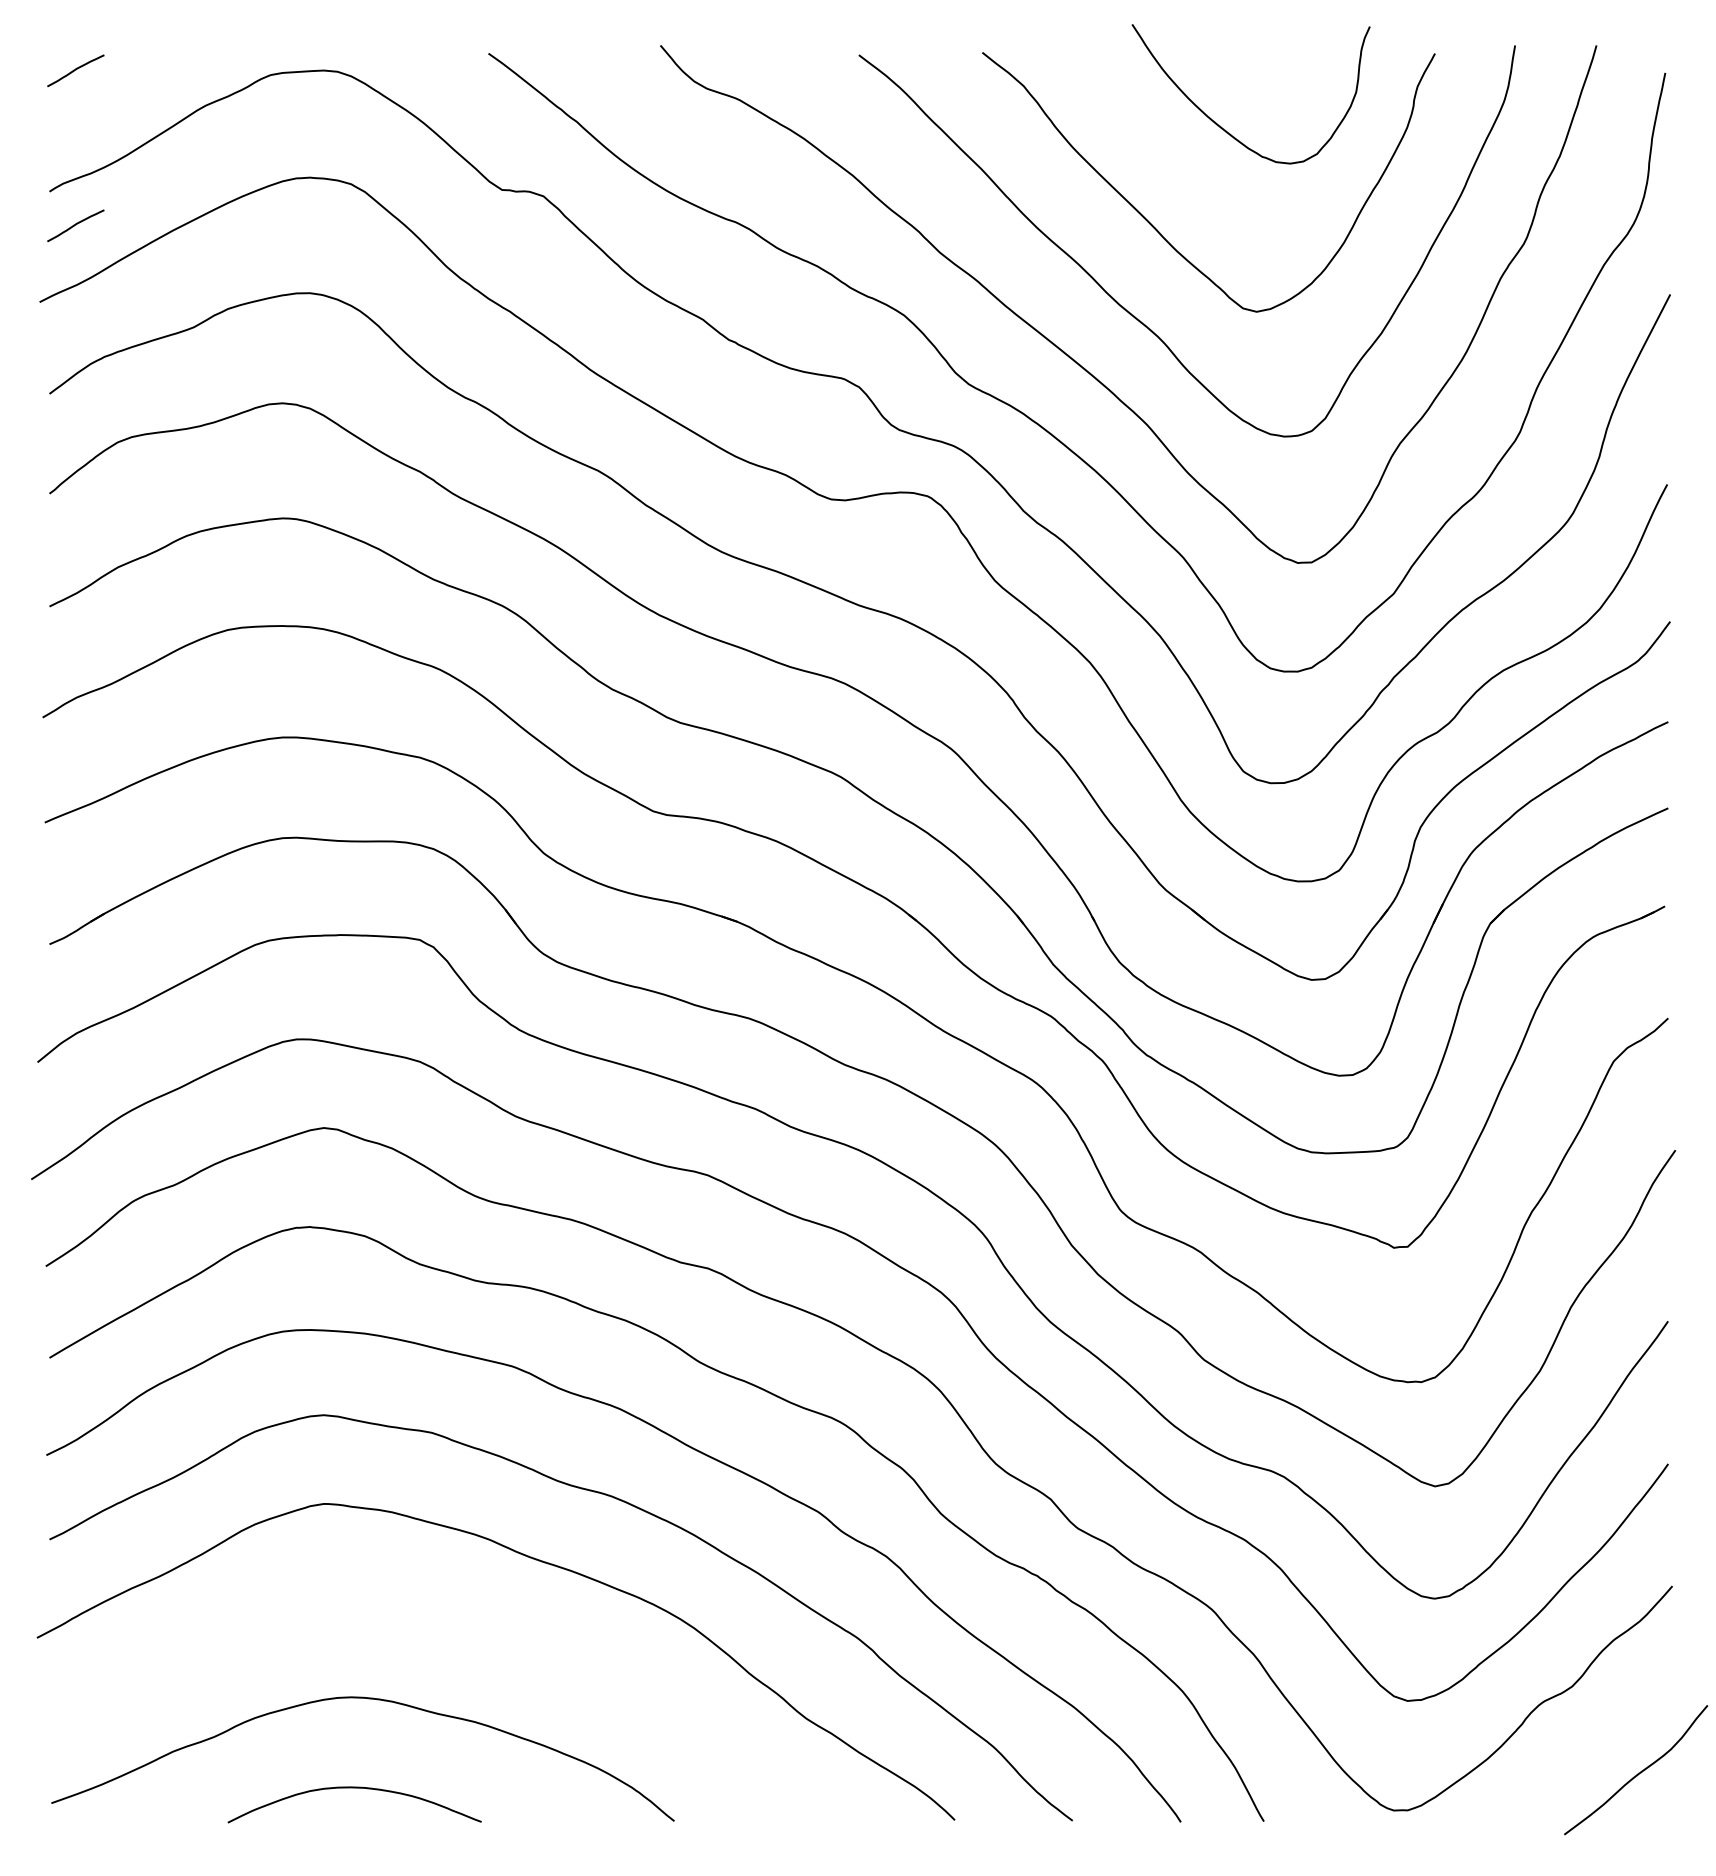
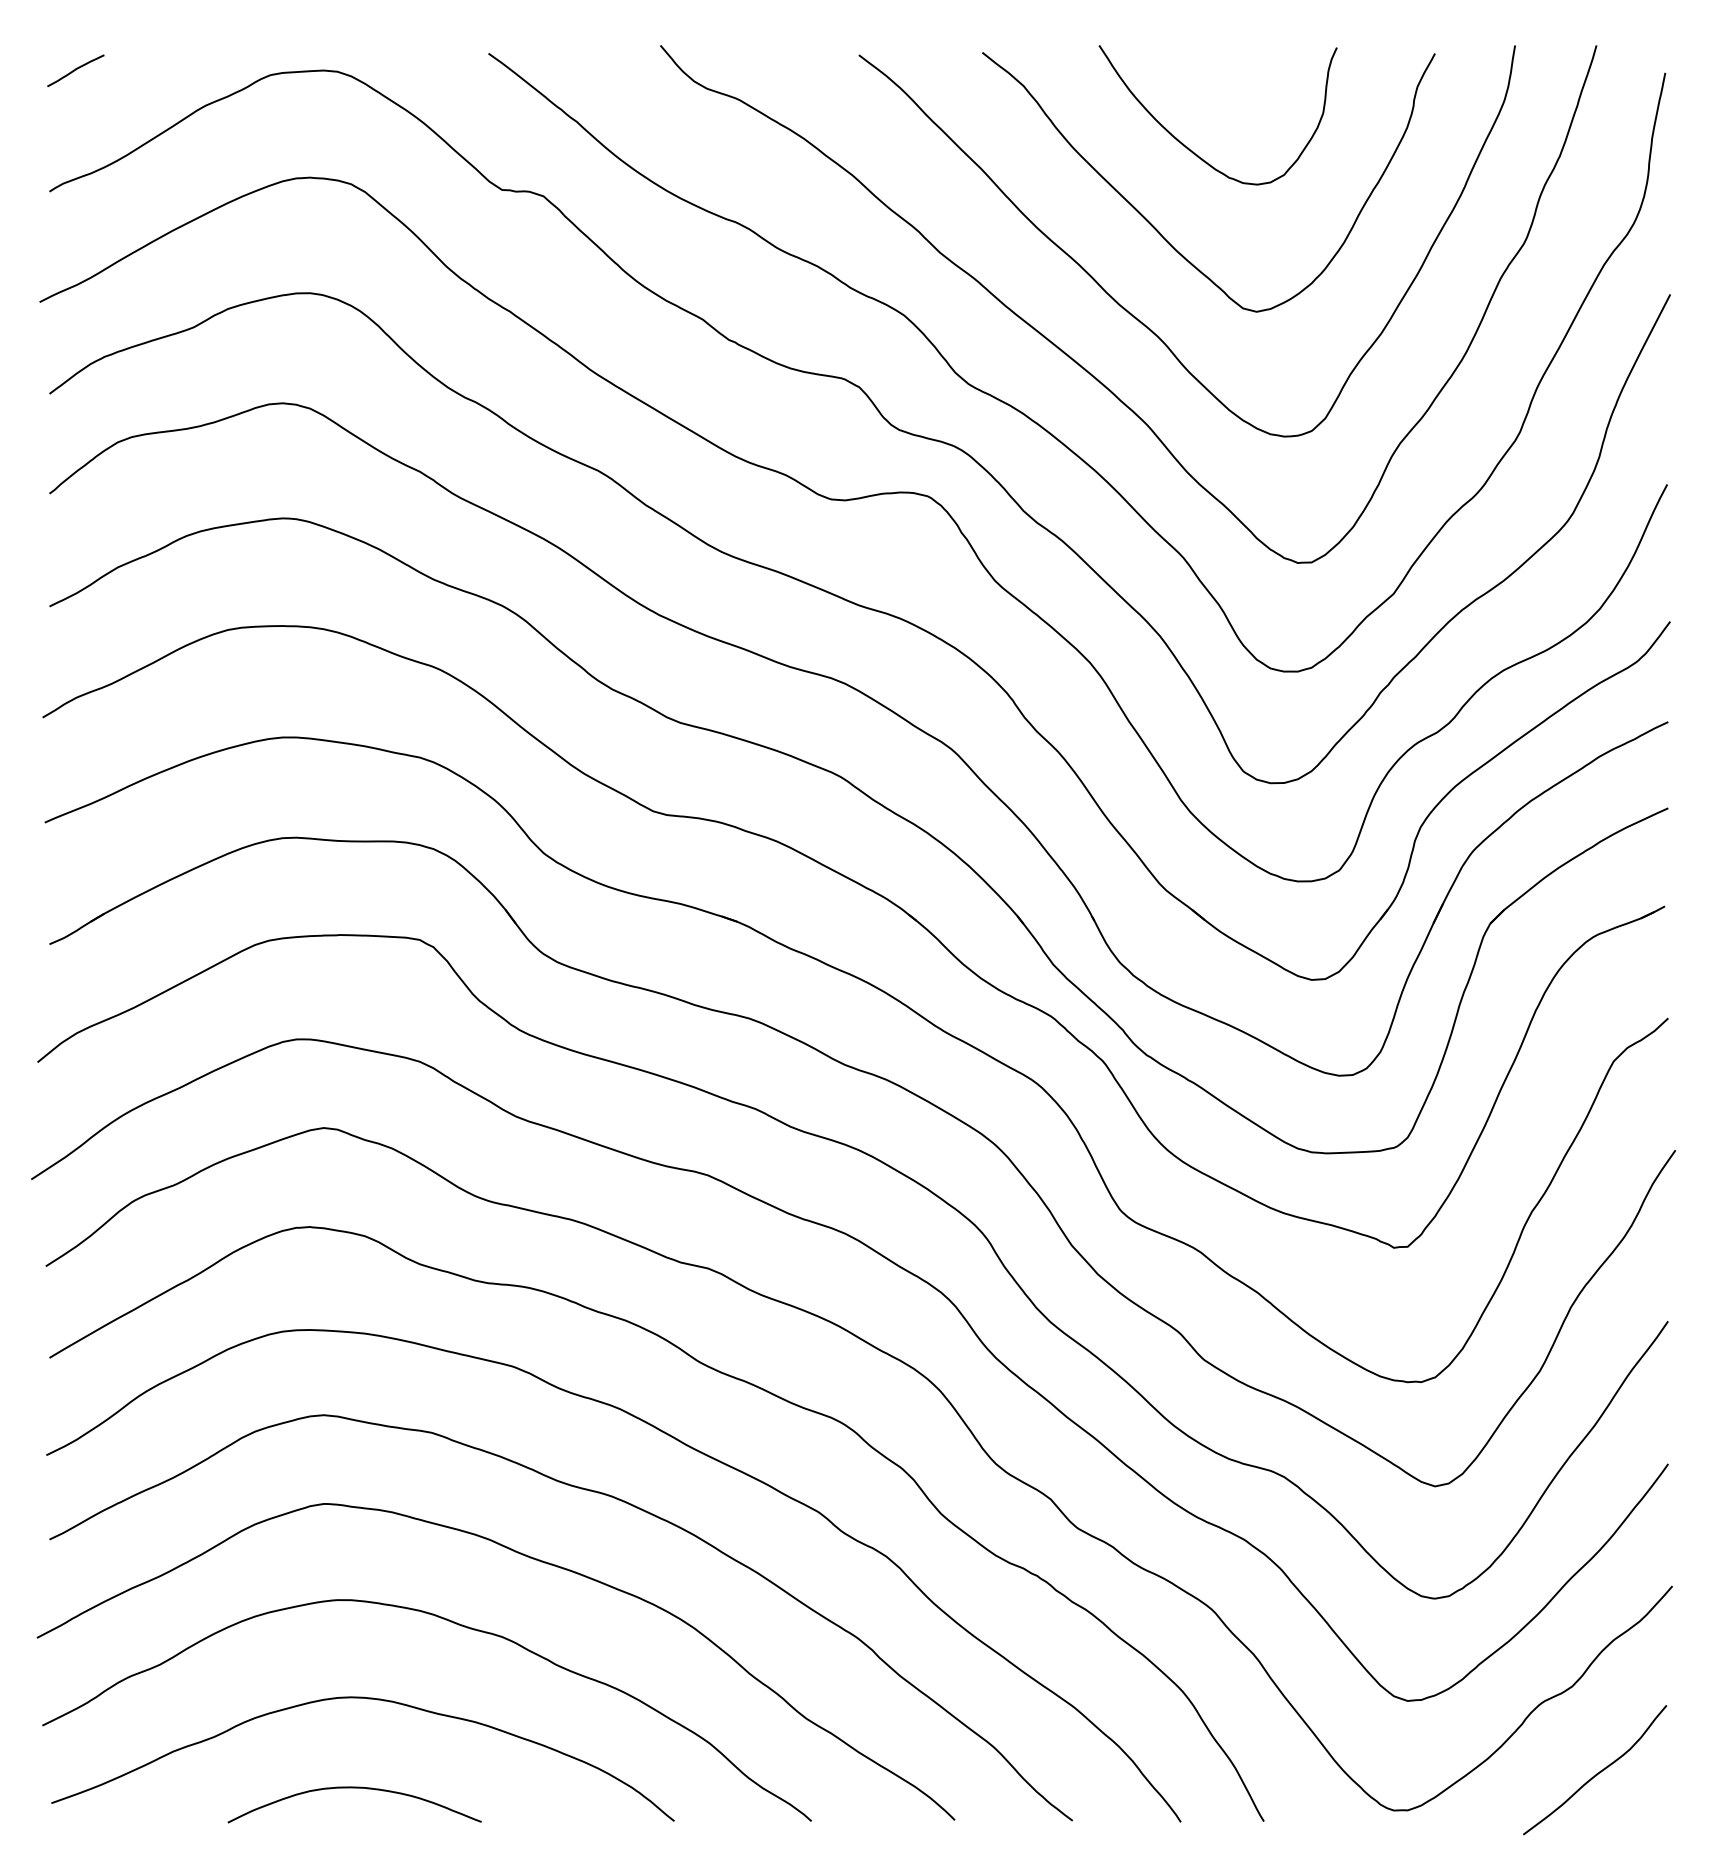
curve at (1225, 129) position: (1225, 129) -> (1192, 150)
curve at (75, 225): present -> none
curve at (458, 1625): none -> present
curve at (1637, 1773) position: (1637, 1773) -> (1596, 1773)
